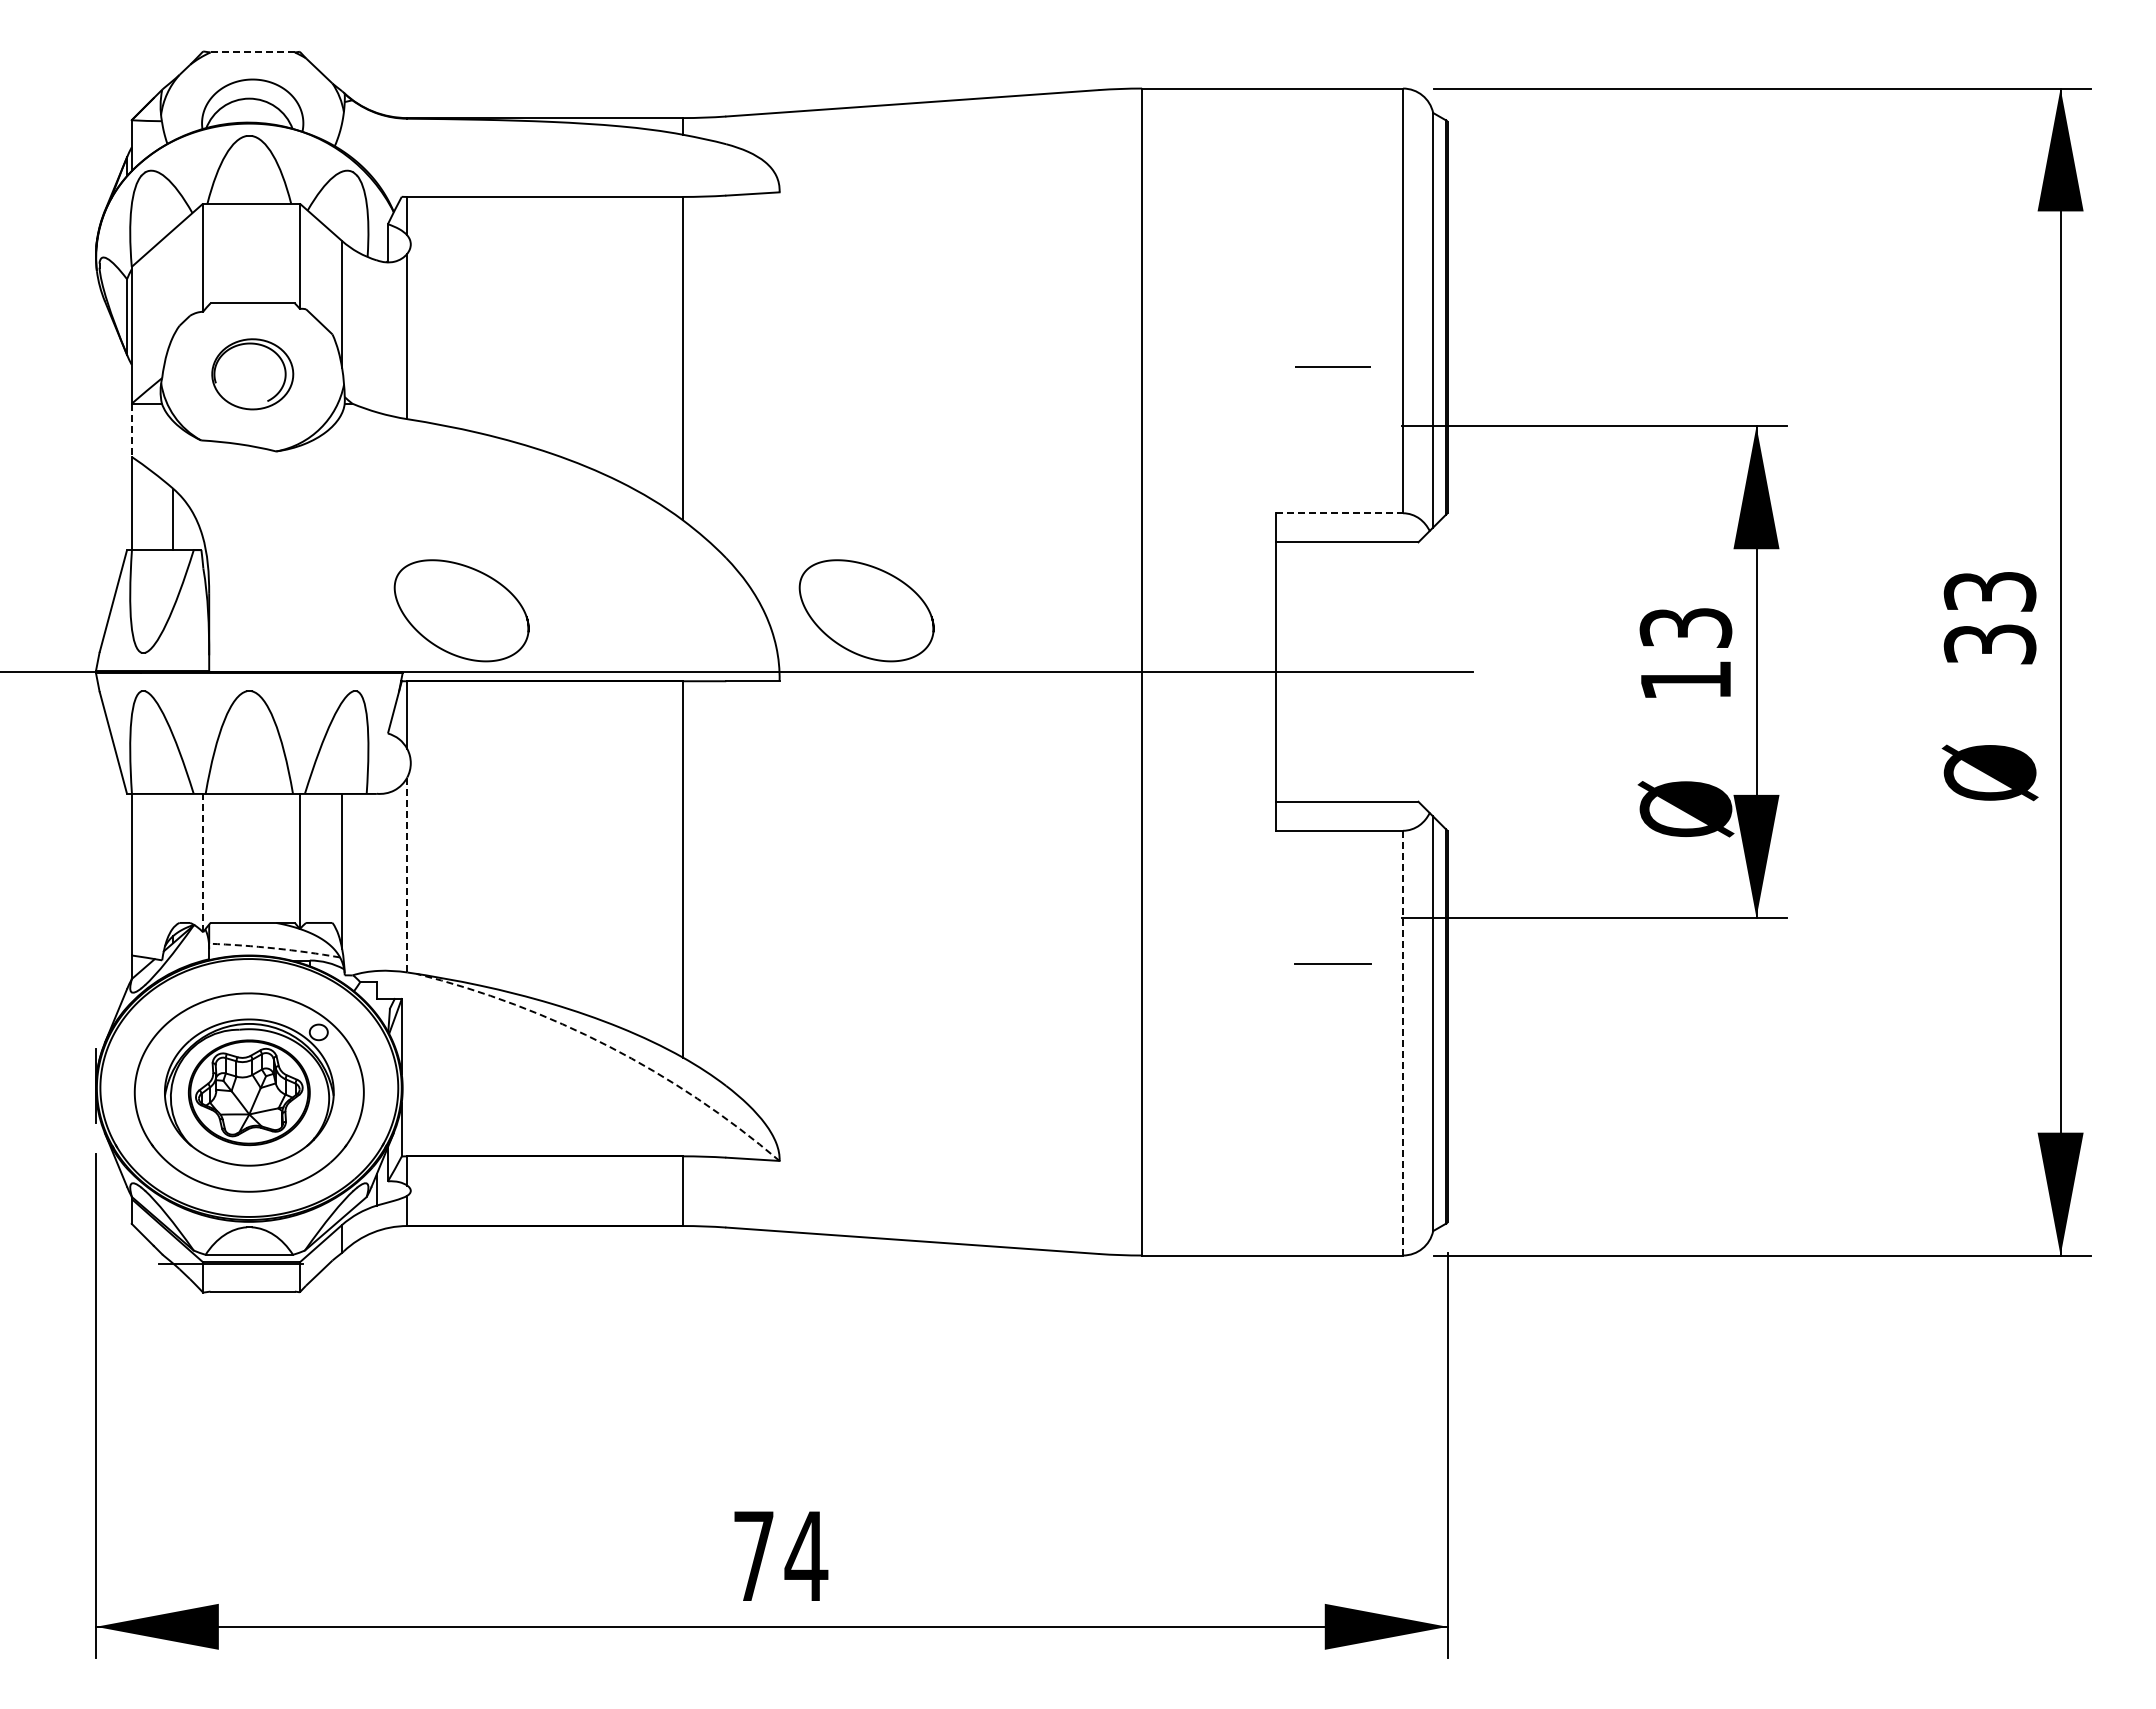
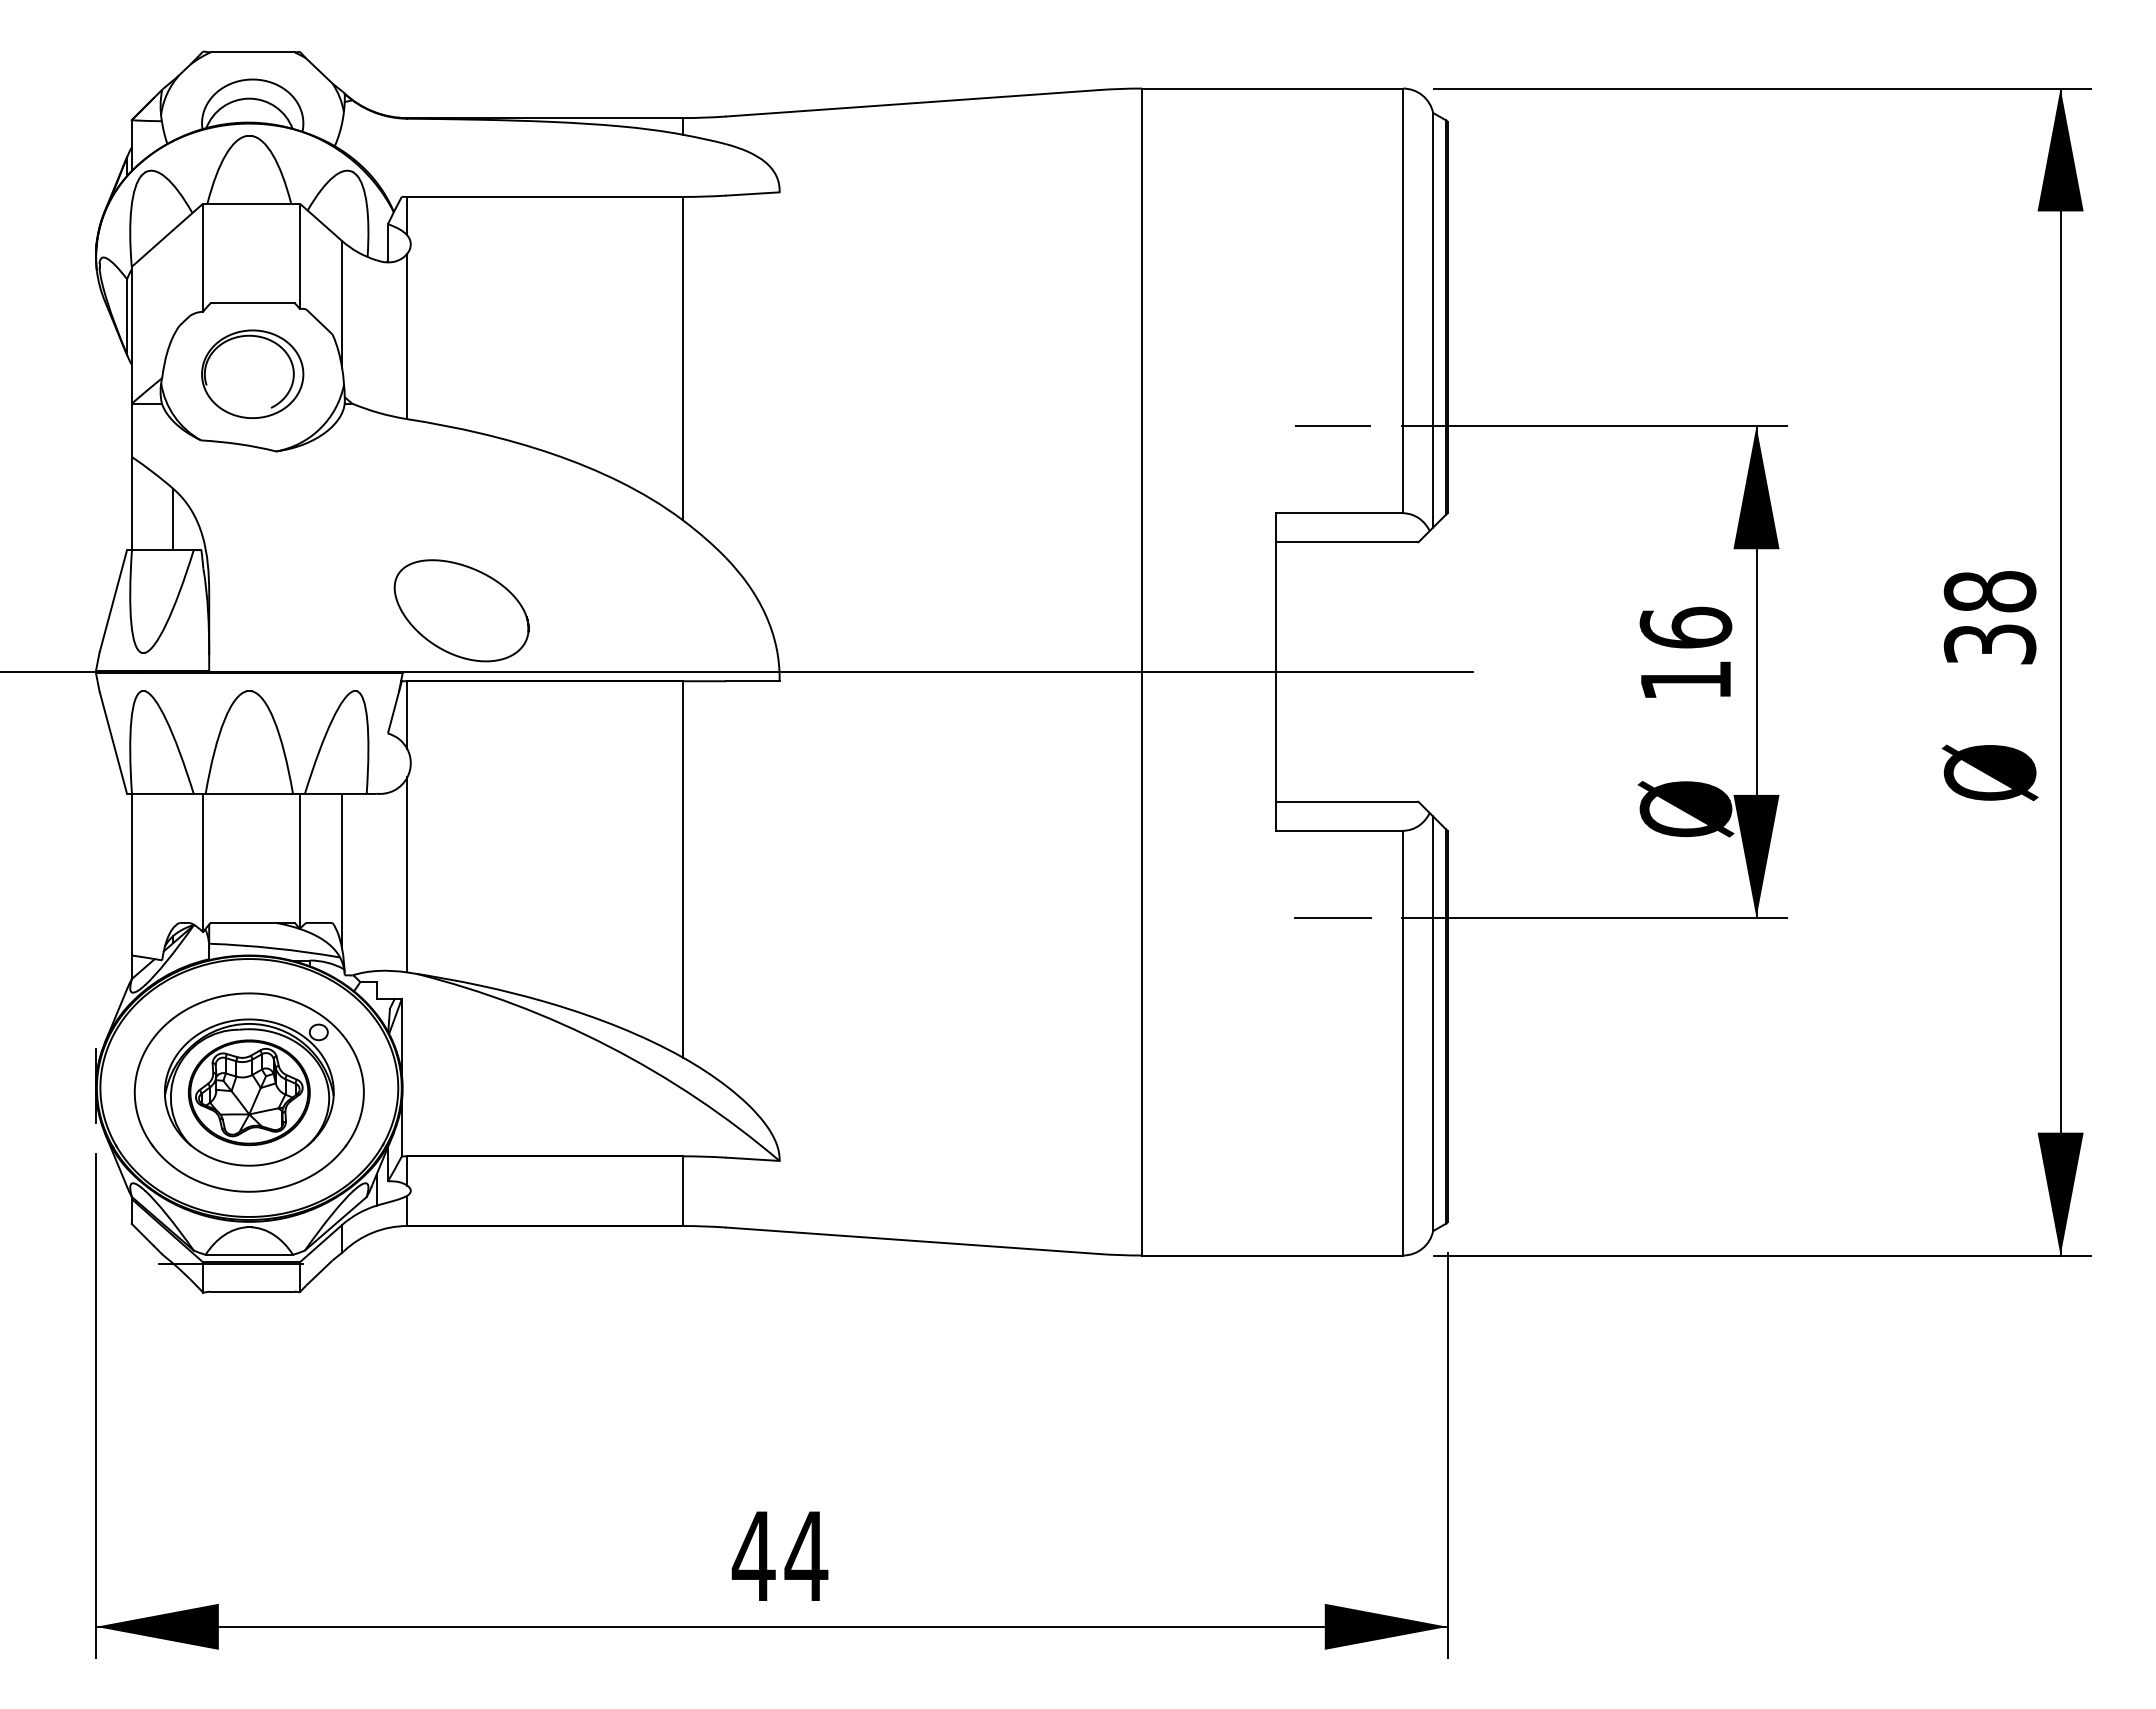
line at (252, 52): dashed -> solid
line at (1332, 366) position: (1332, 366) -> (1332, 425)
part at (252, 374) size: 84x73 px -> 104x91 px
line at (131, 430): dashed -> solid
line at (1339, 513): dashed -> solid
curve at (885, 573): present -> none
text at (1989, 591): 33 -> 38
text at (1685, 627): 13 -> 16
line at (203, 862): dashed -> solid
line at (407, 874): dashed -> solid
arc at (274, 948): dashed -> solid
line at (1332, 963) position: (1332, 963) -> (1332, 917)
line at (1403, 1042): dashed -> solid
arc at (608, 1046): dashed -> solid
text at (753, 1555): 74 -> 44
